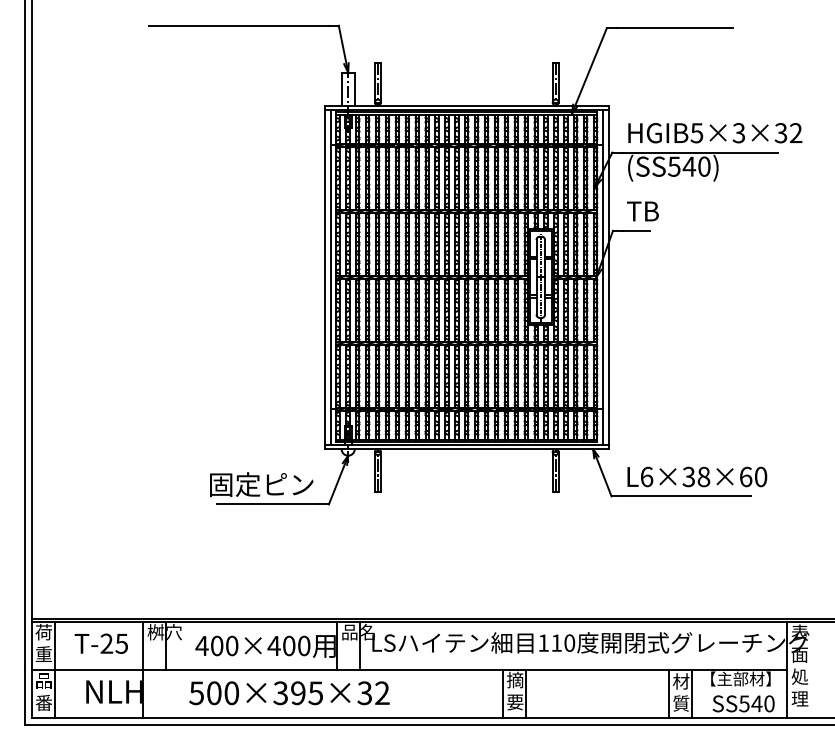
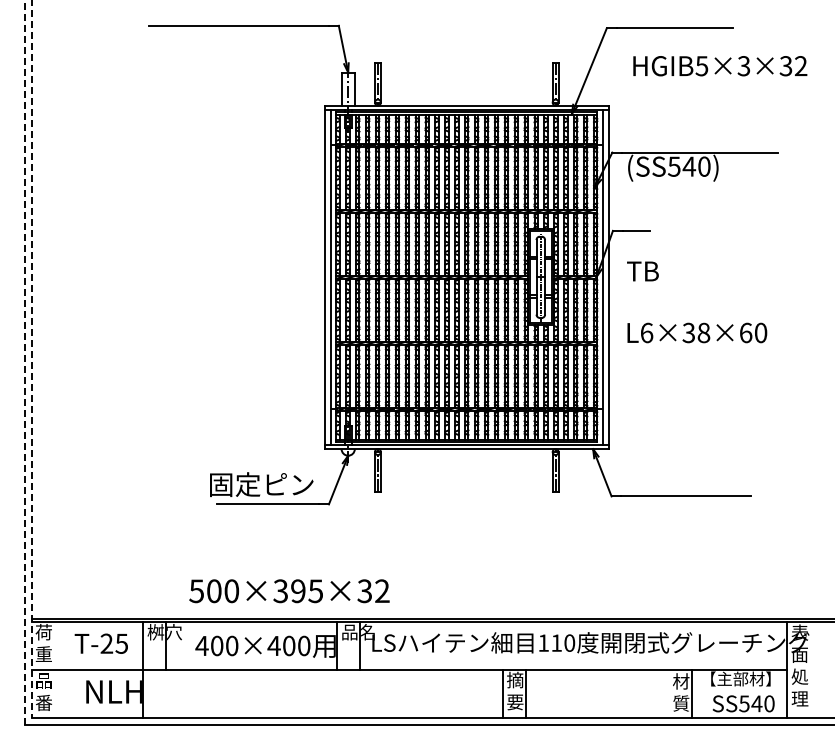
text at (715, 133) position: (715, 133) -> (720, 66)
text at (642, 211) position: (642, 211) -> (642, 271)
line at (31, 358): solid -> dashed
line at (25, 362): solid -> dashed
text at (697, 476) position: (697, 476) -> (697, 332)
line at (54, 669): present -> none
text at (289, 693) position: (289, 693) -> (289, 591)
line at (669, 693): present -> none
